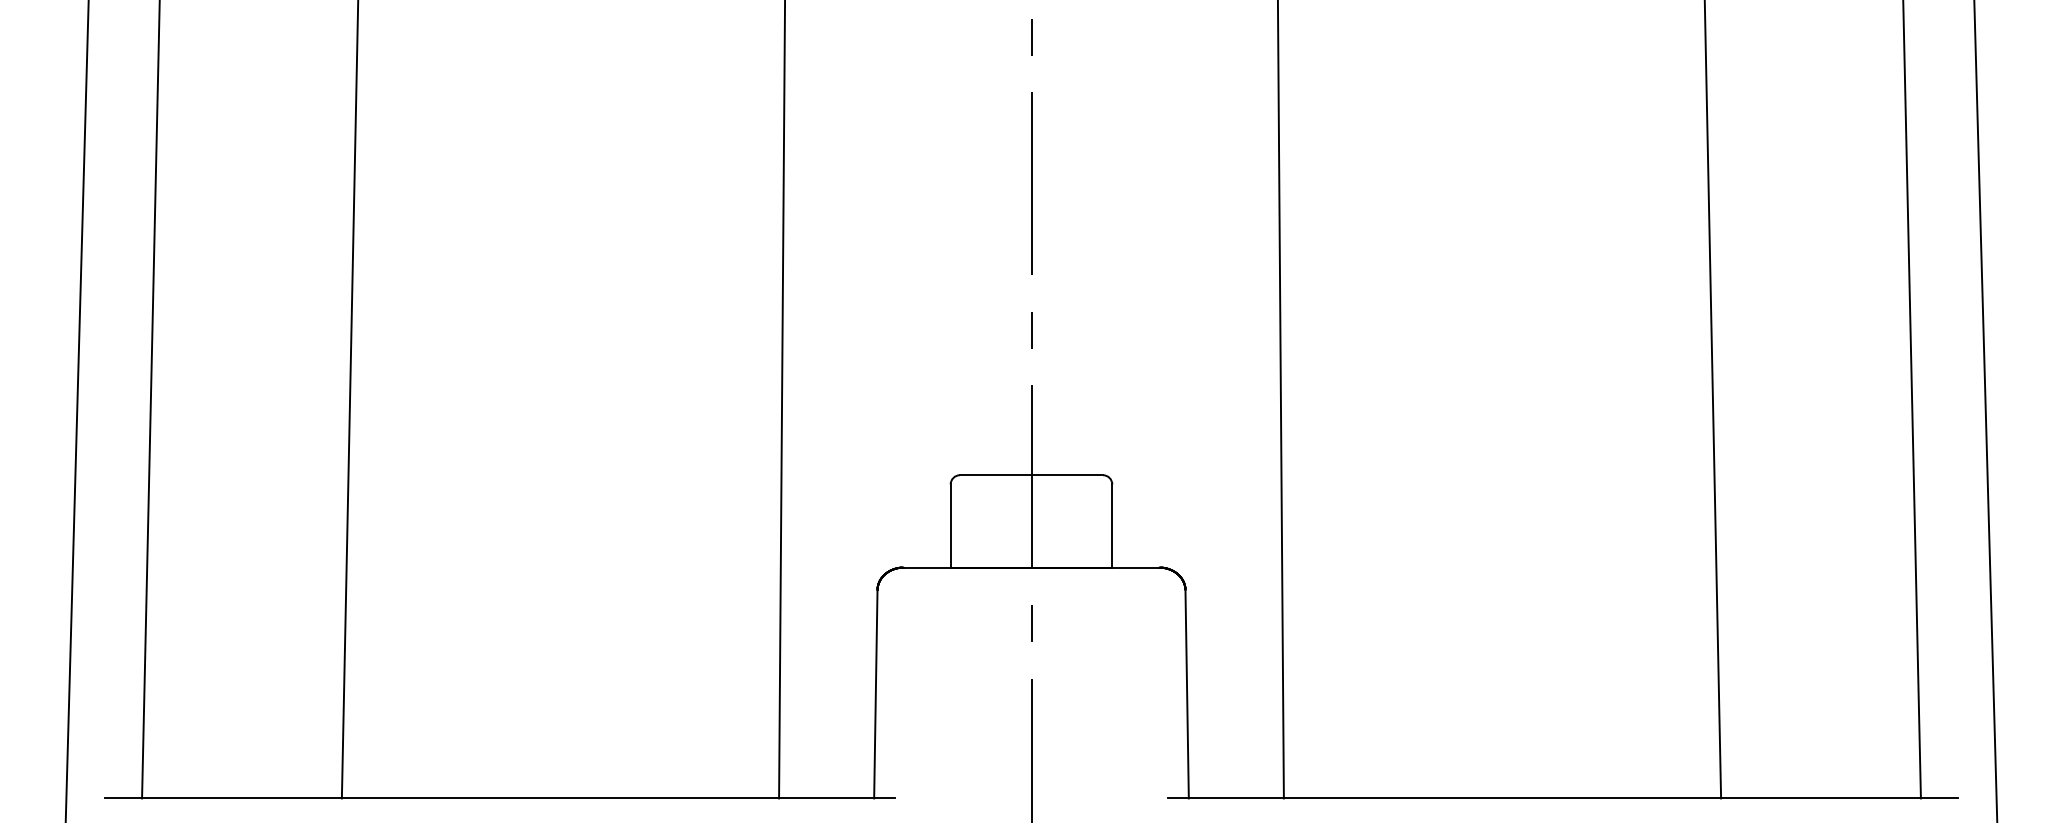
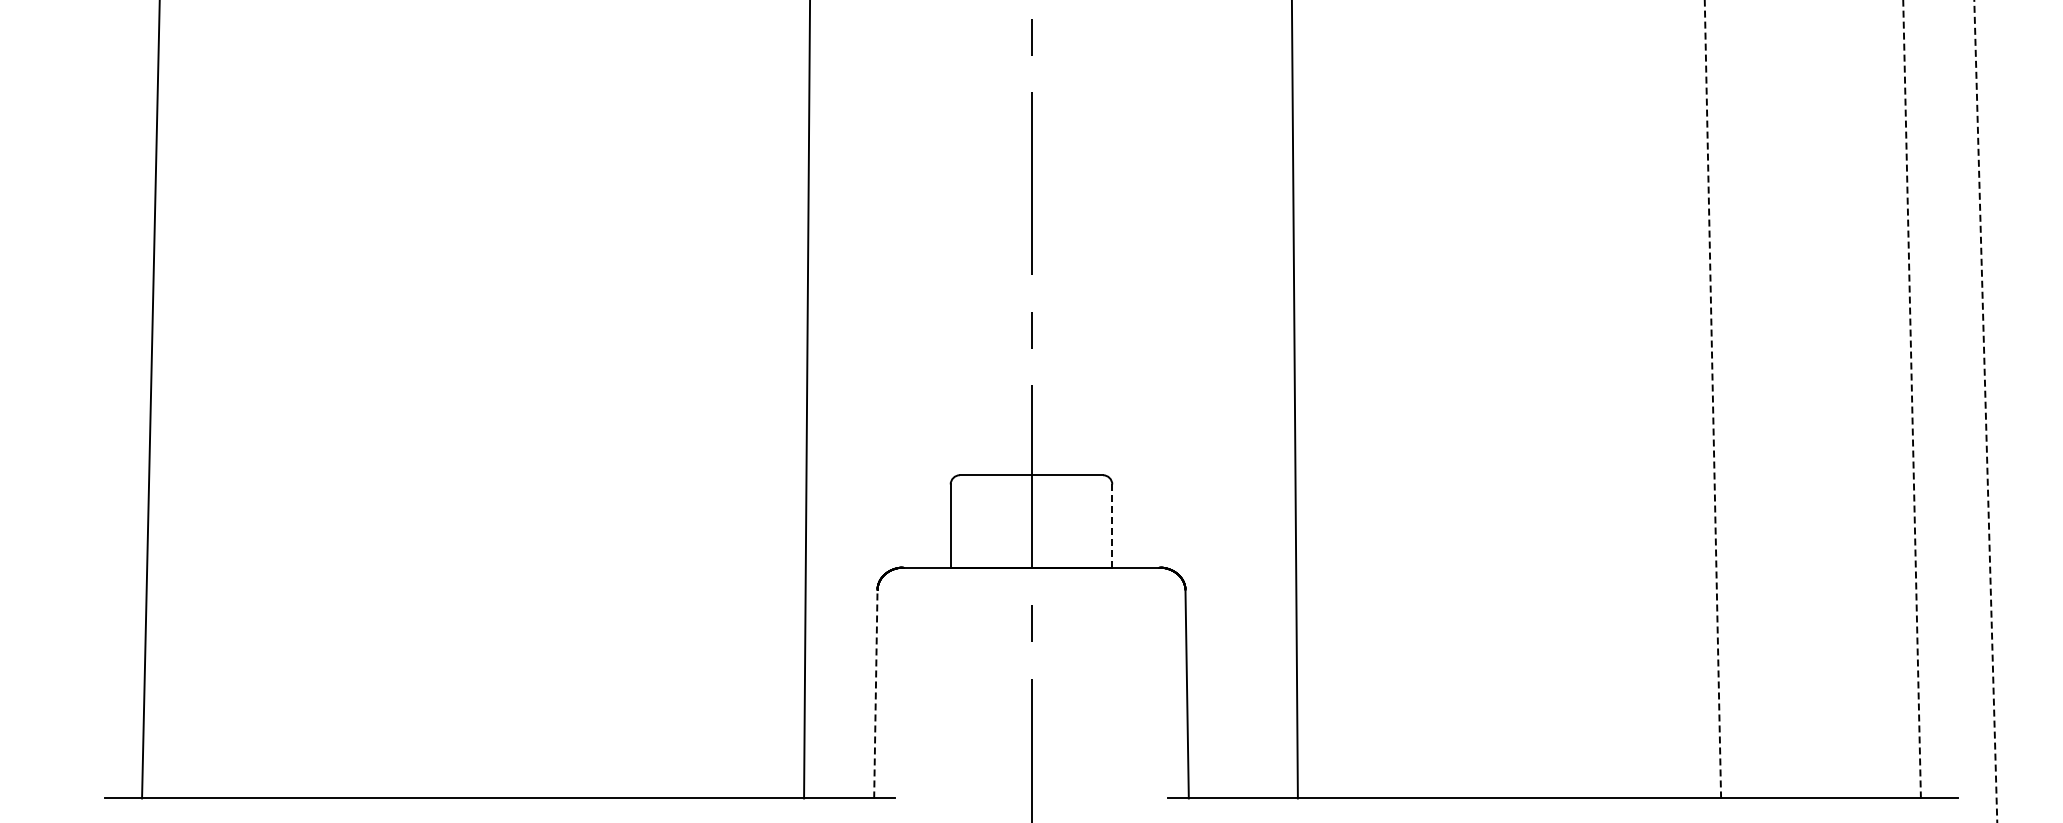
line at (1712, 399): solid -> dashed
line at (1912, 399): solid -> dashed
line at (349, 400): present -> none
line at (782, 400) position: (782, 400) -> (807, 400)
line at (1280, 400) position: (1280, 400) -> (1294, 400)
line at (76, 410): present -> none
line at (1985, 411): solid -> dashed
line at (1112, 526): solid -> dashed
line at (875, 693): solid -> dashed
